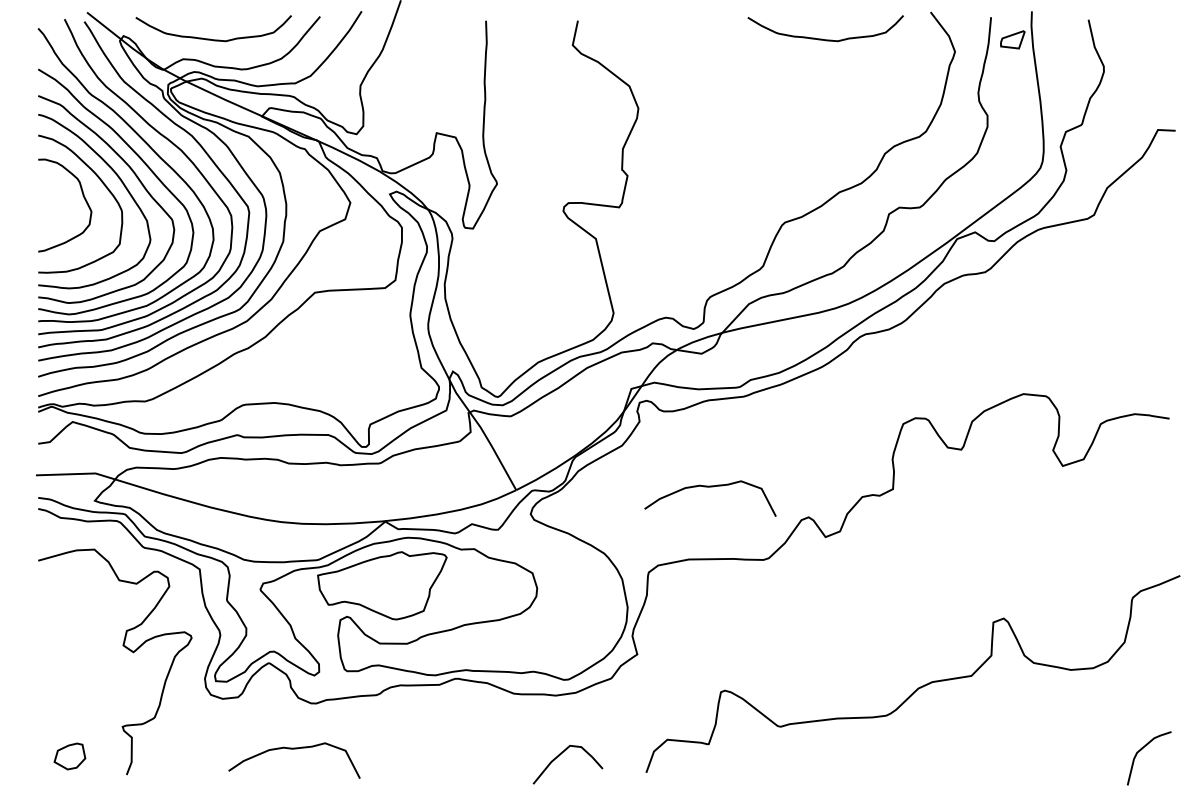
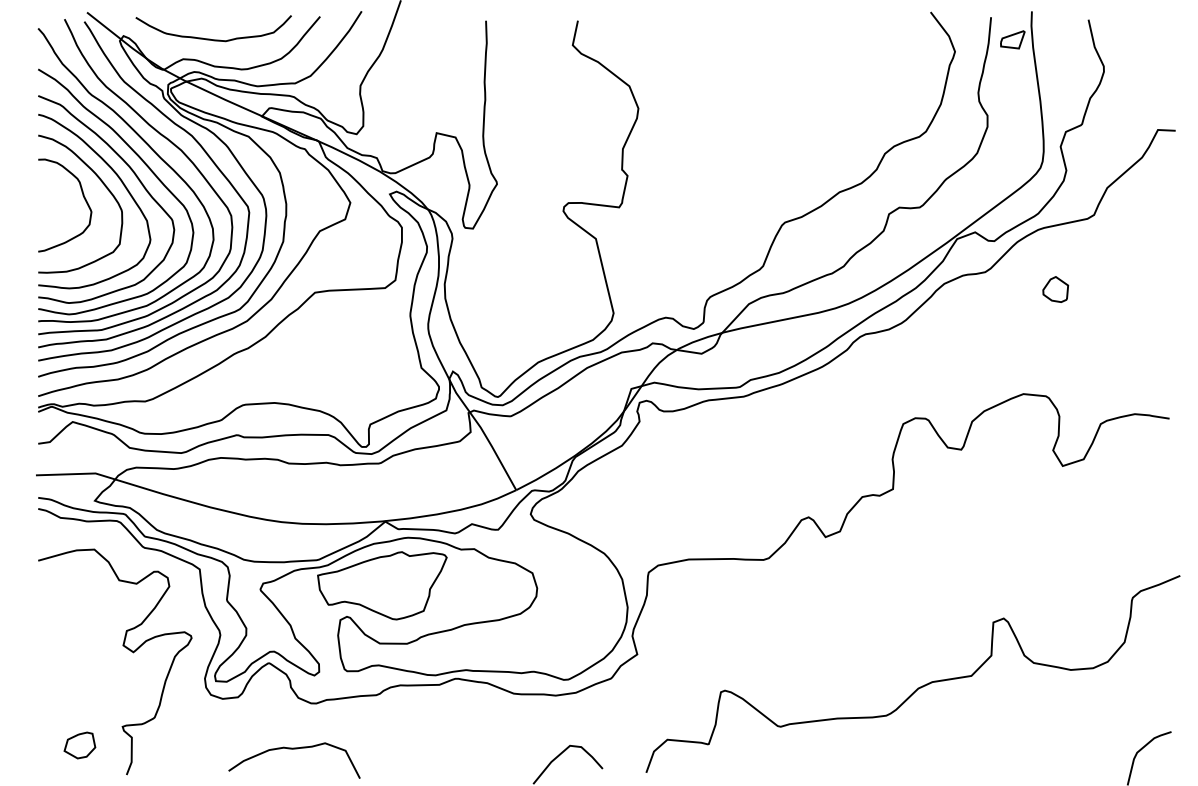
curve at (822, 38): present -> none
part at (1055, 289): none -> present
curve at (710, 487): present -> none
part at (69, 756) position: (69, 756) -> (79, 745)
